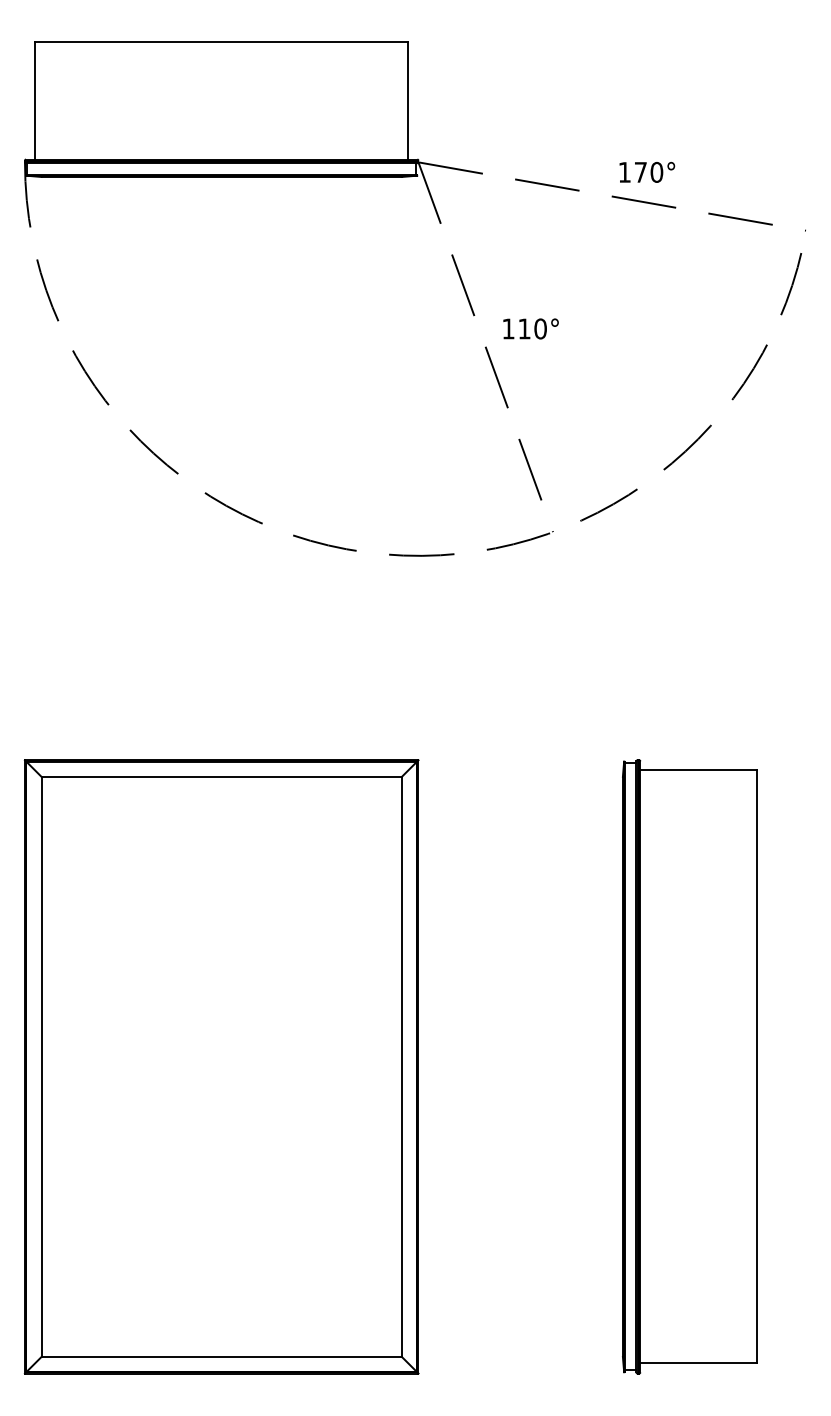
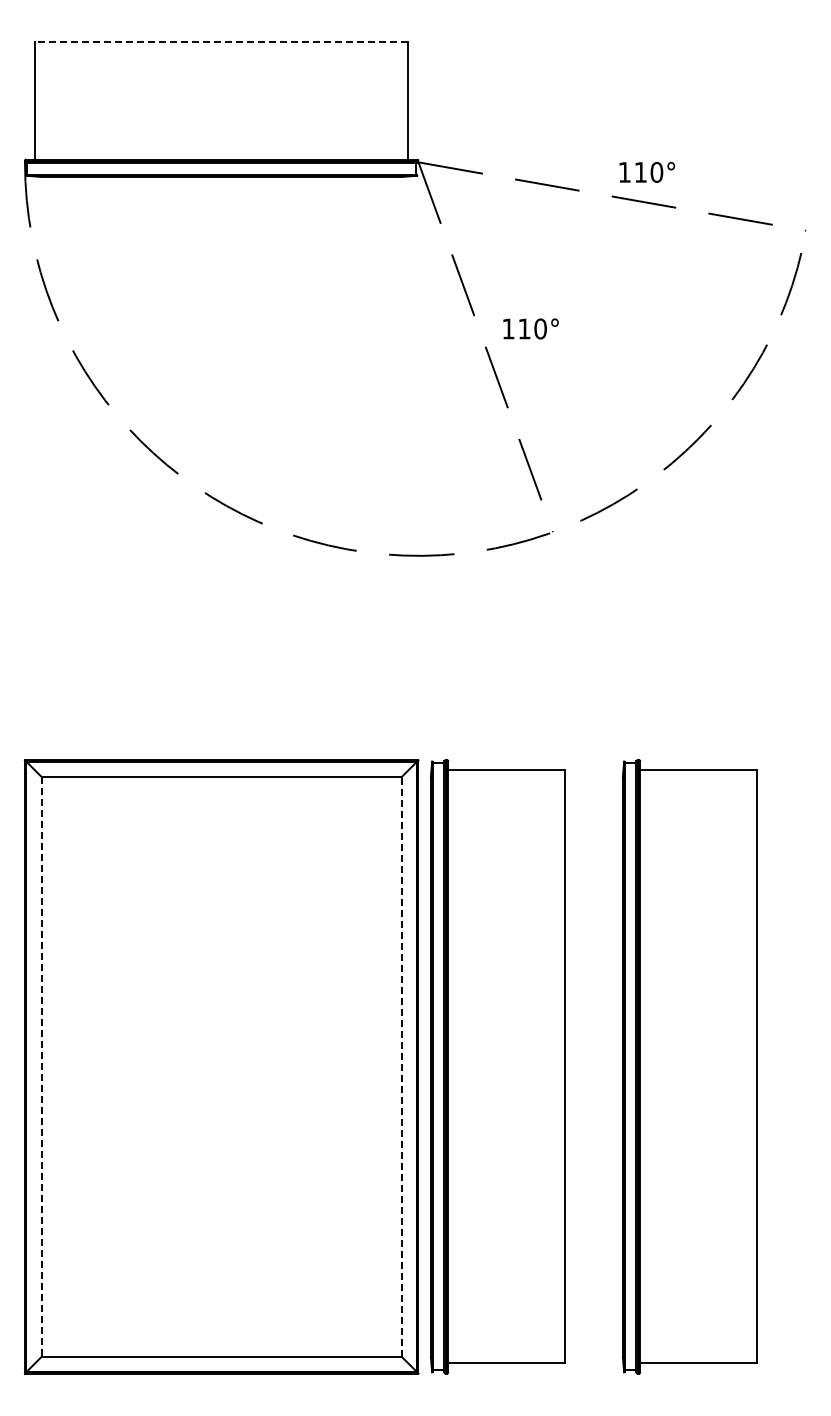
line at (221, 42): solid -> dashed
text at (640, 172): 170° -> 110°
line at (401, 1066): solid -> dashed
part at (497, 1066): none -> present
line at (41, 1067): solid -> dashed
